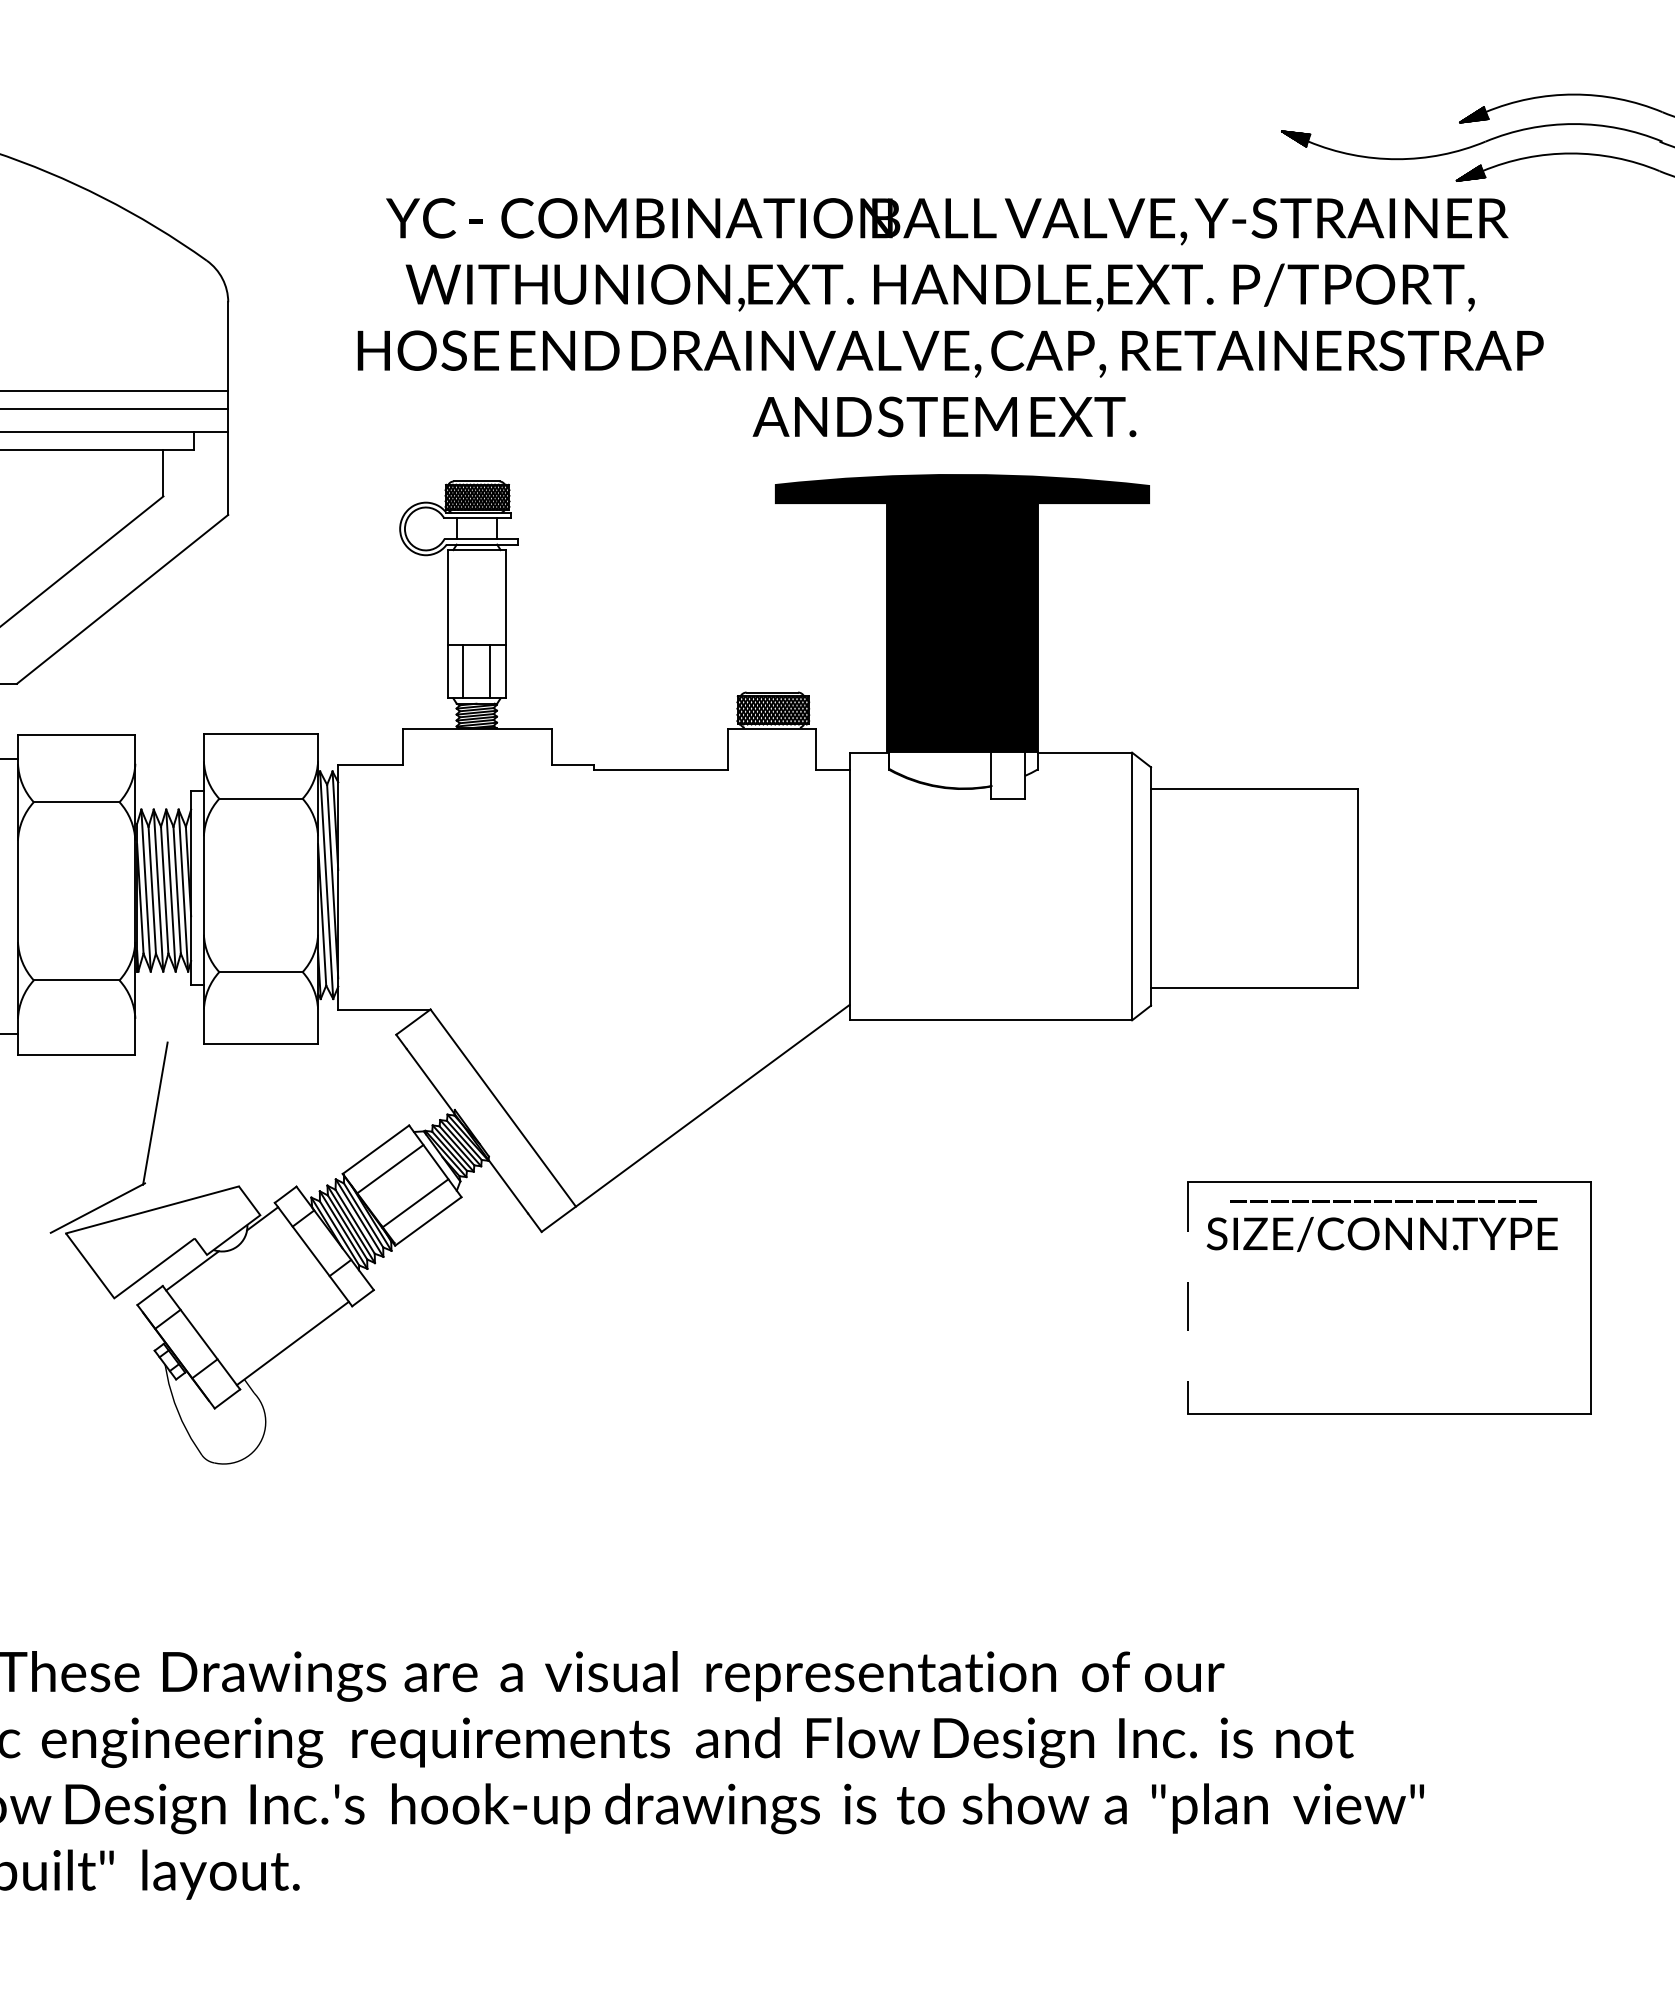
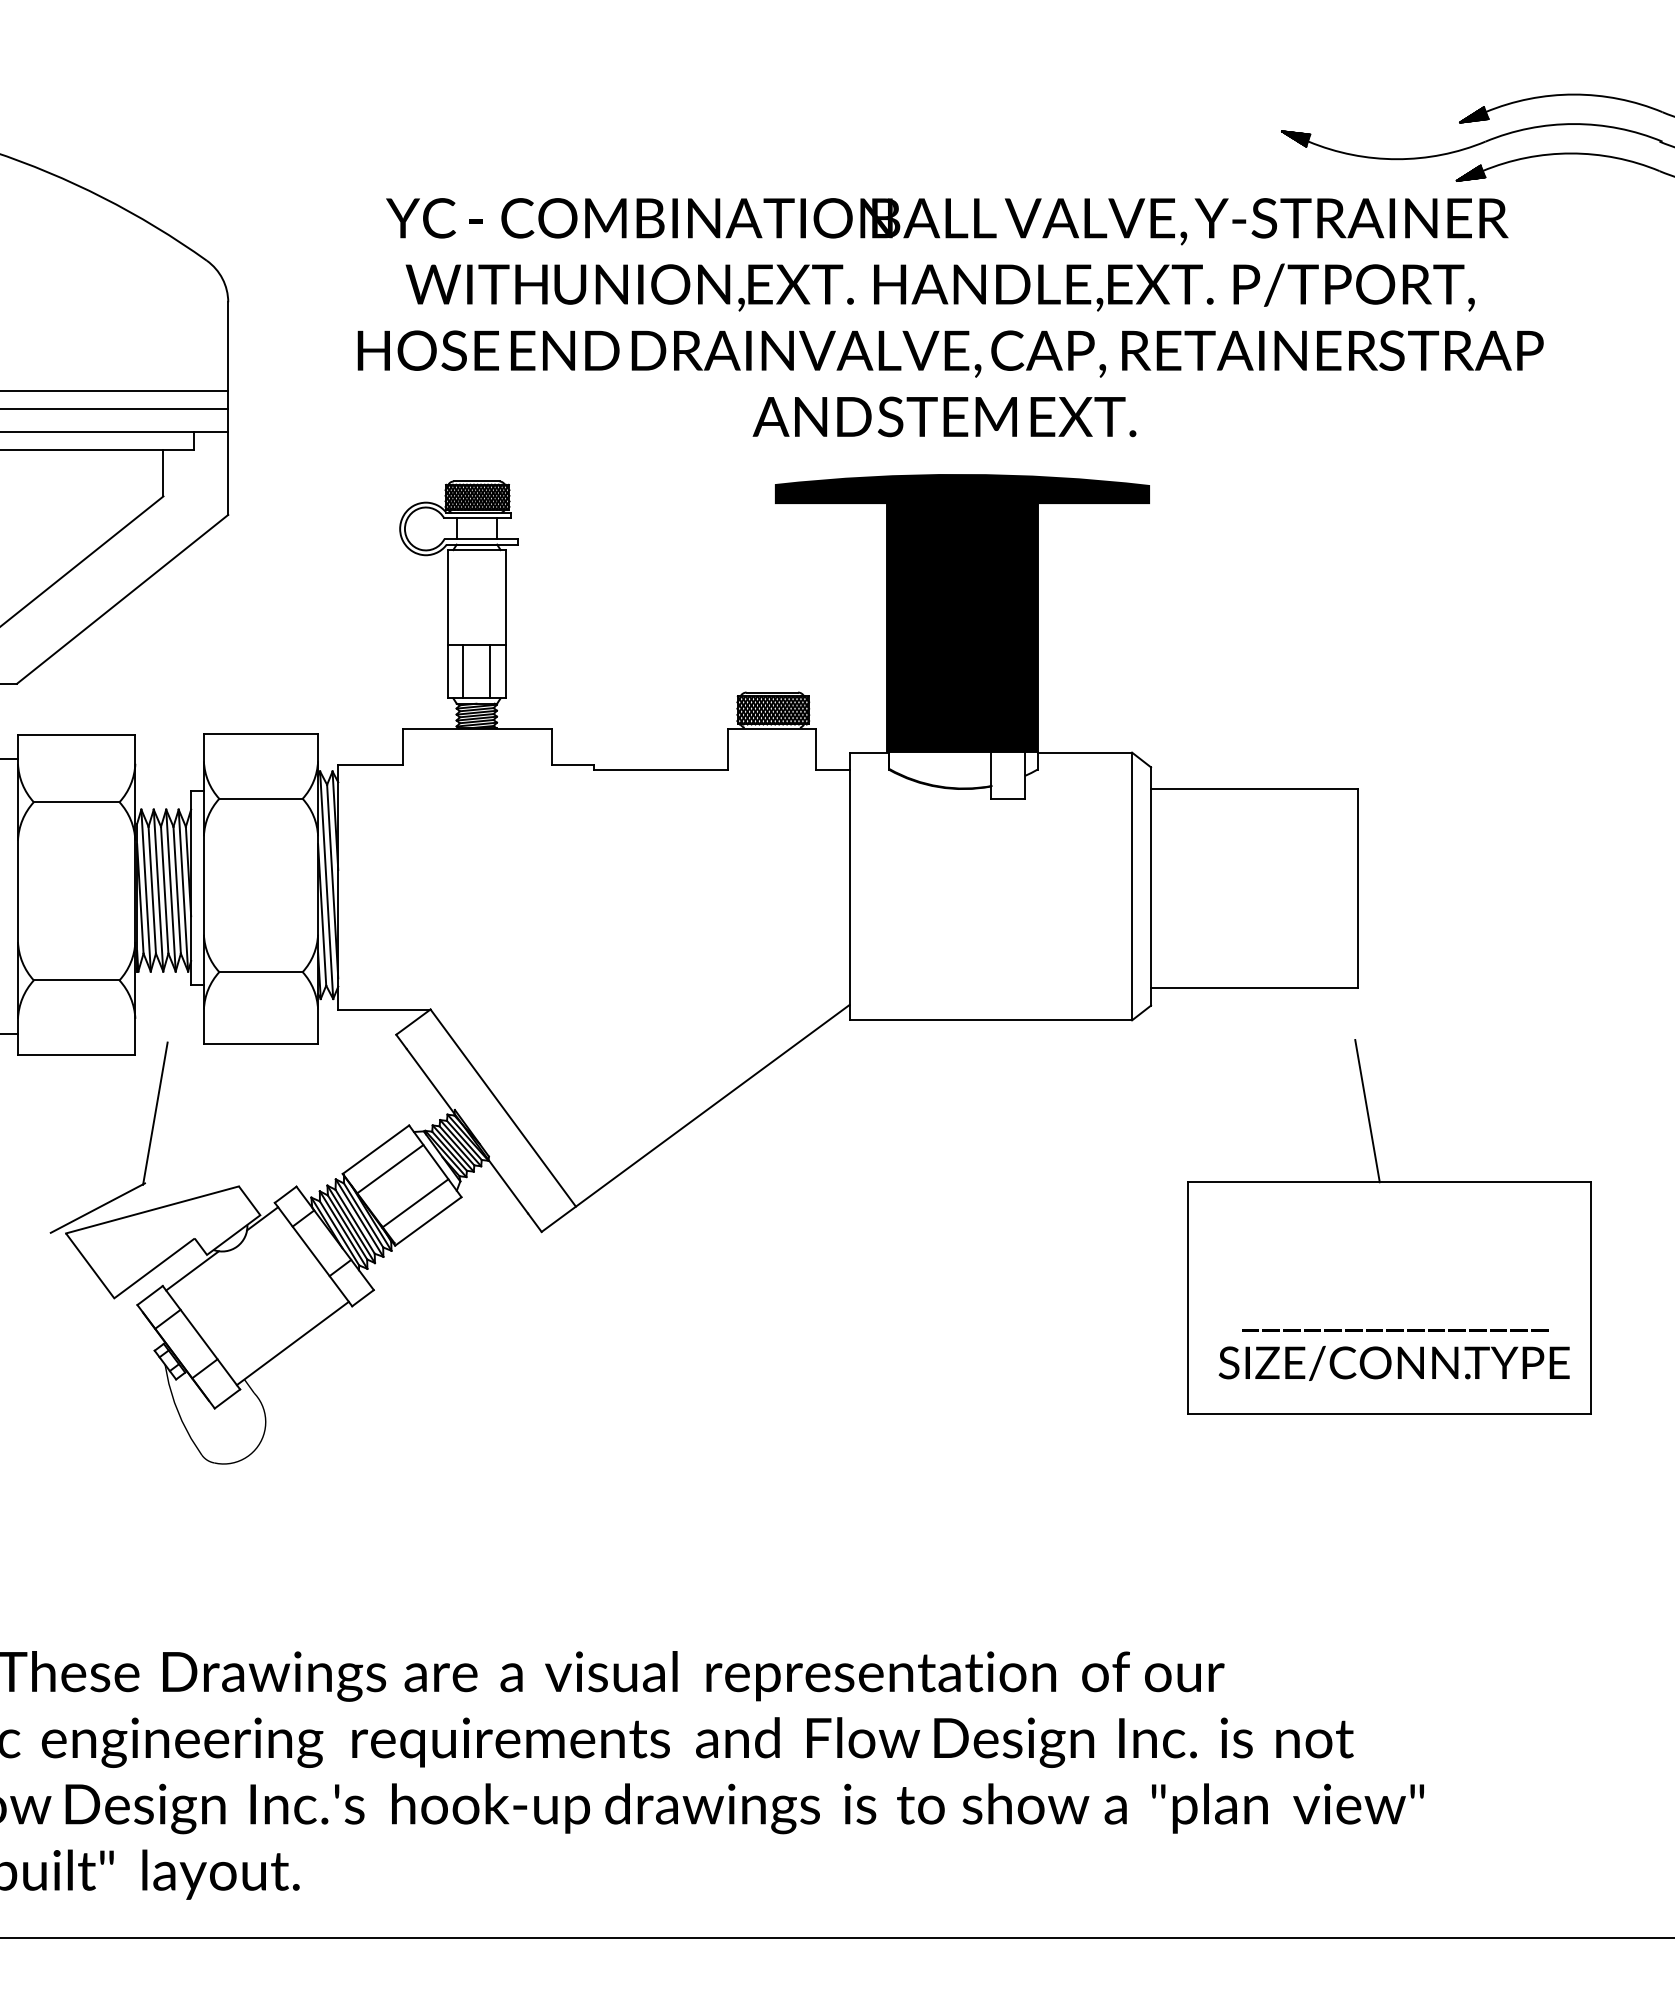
line at (1367, 1111): none -> present
text at (1381, 1225) position: (1381, 1225) -> (1393, 1354)
line at (1188, 1298): dashed -> solid
line at (836, 1938): none -> present
